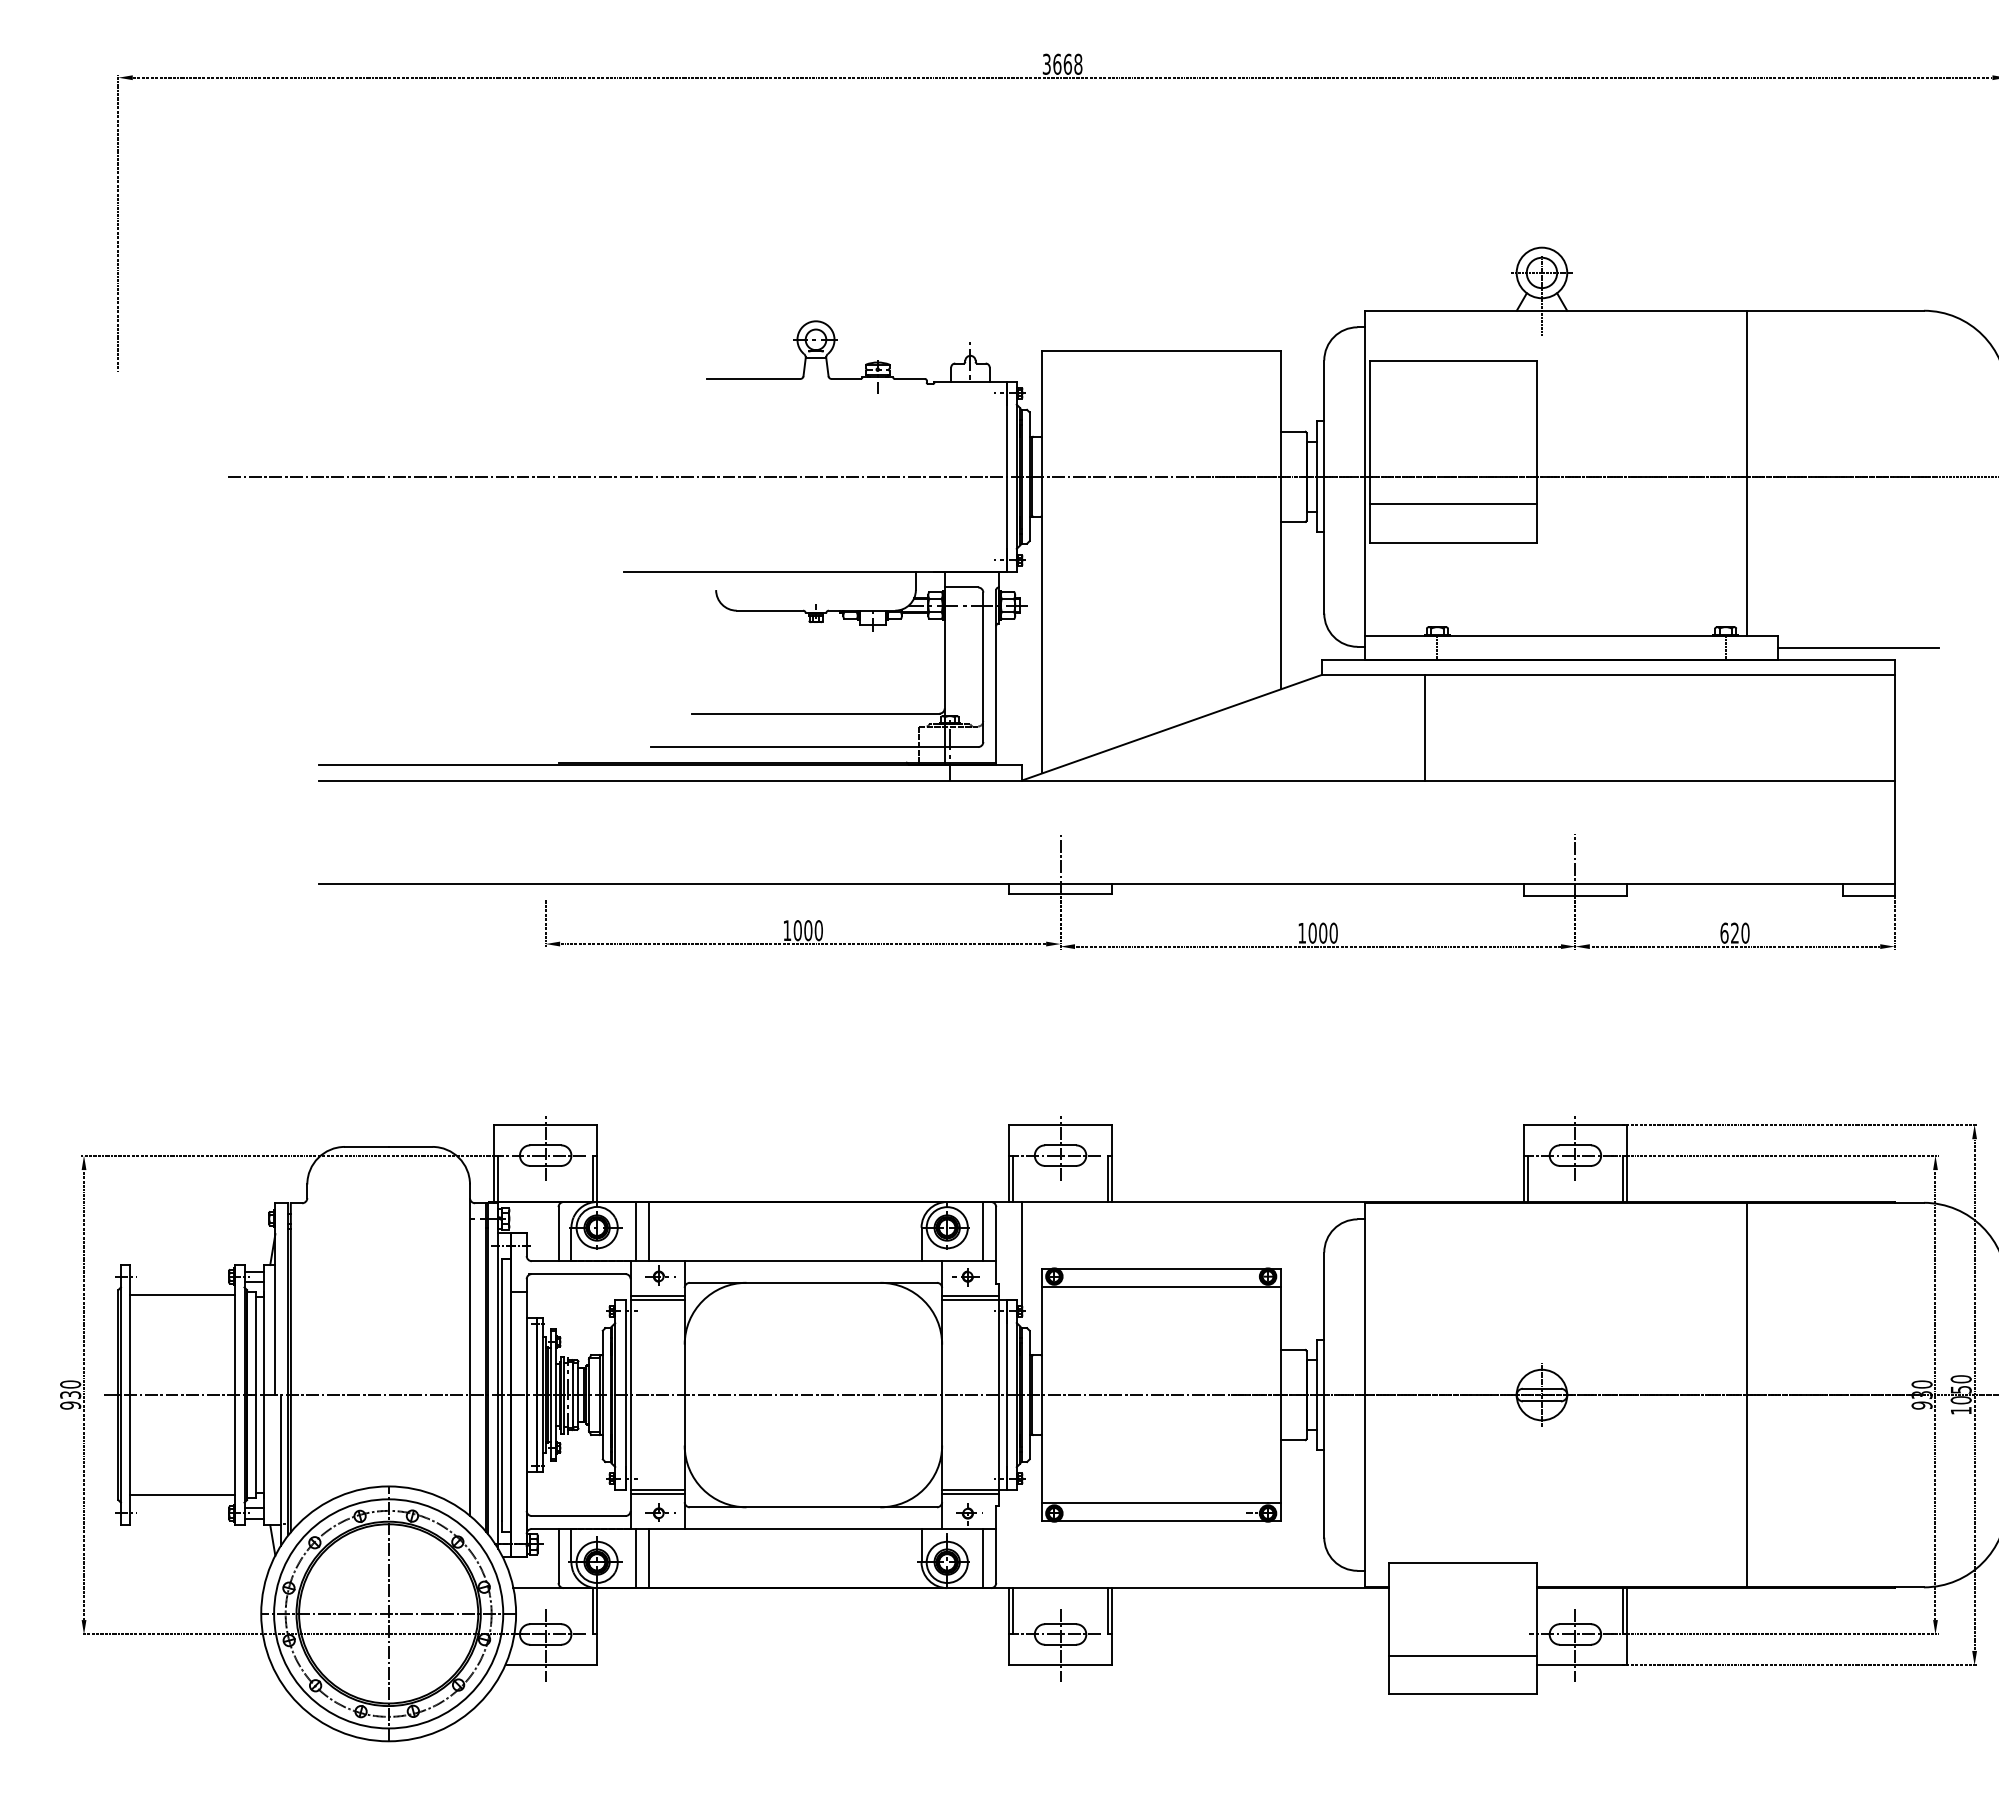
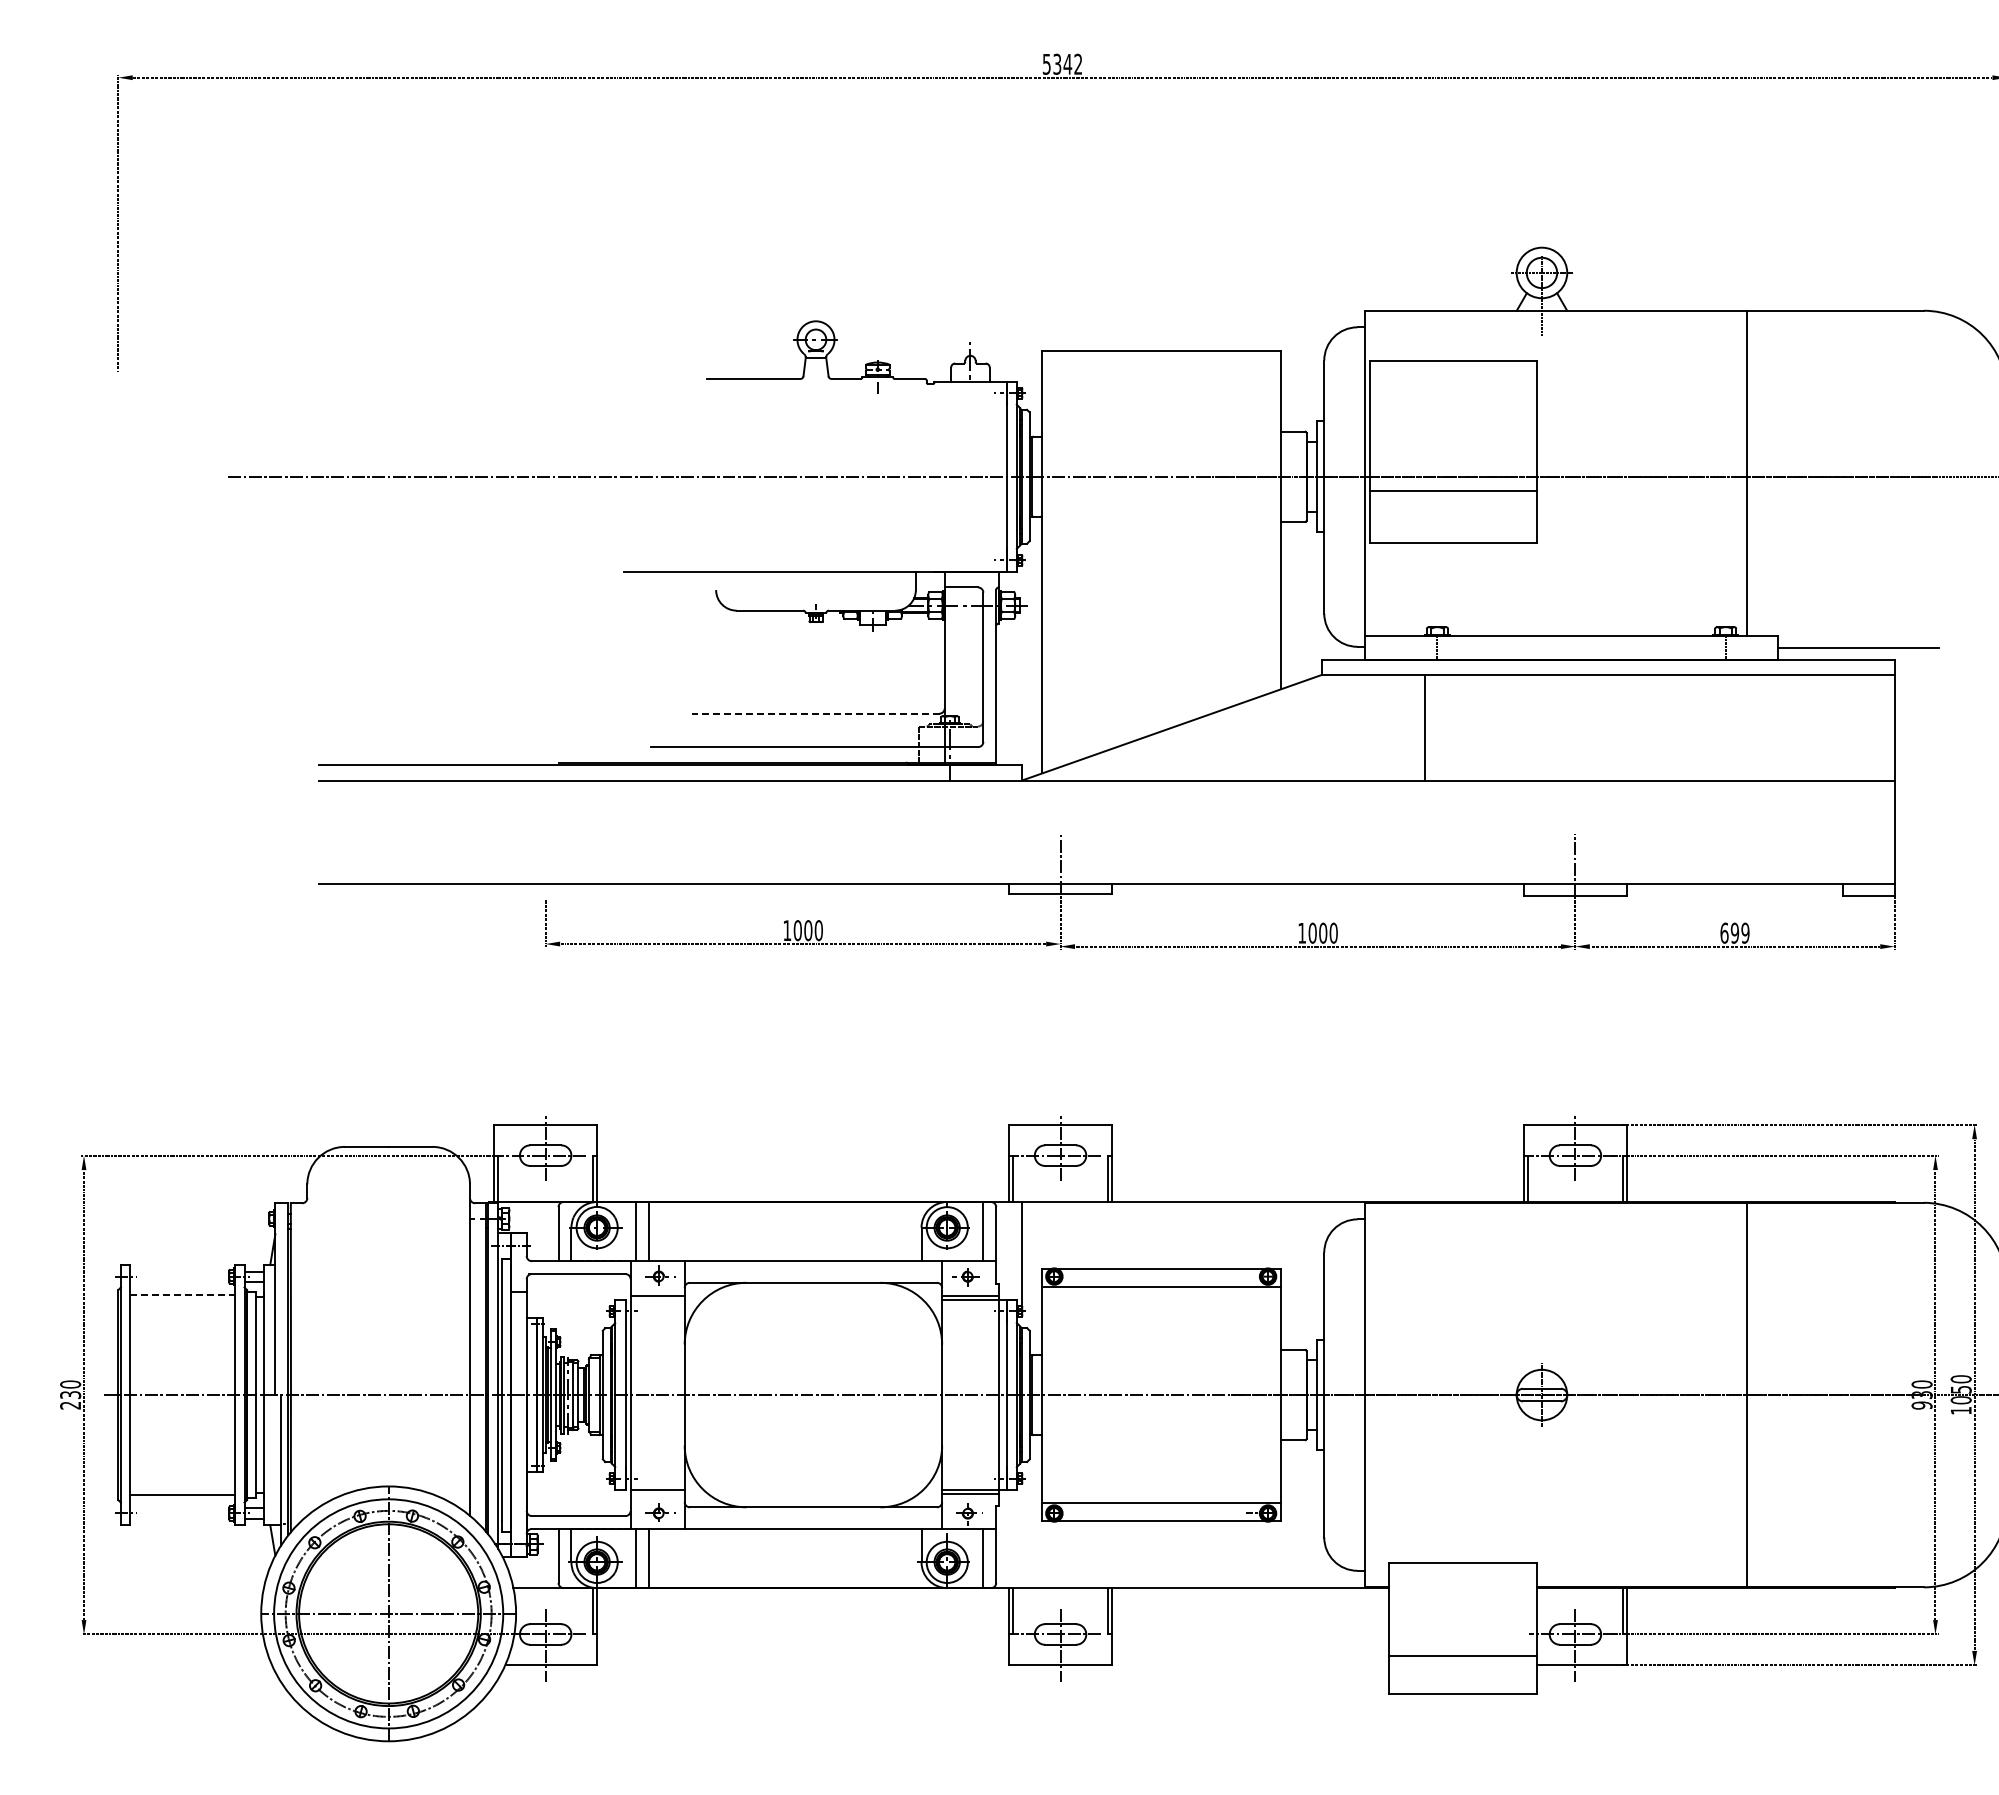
text at (1062, 63): 3668 -> 5342
line at (1453, 504) position: (1453, 504) -> (1453, 491)
line at (816, 713): solid -> dashed
text at (1739, 932): 620 -> 699
line at (182, 1294): solid -> dashed
line at (657, 1299): present -> none
text at (70, 1405): 930 -> 230
line at (657, 1494): present -> none
